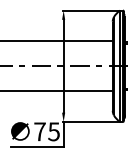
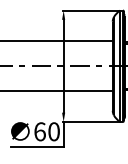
text at (46, 131): 75 -> 60
